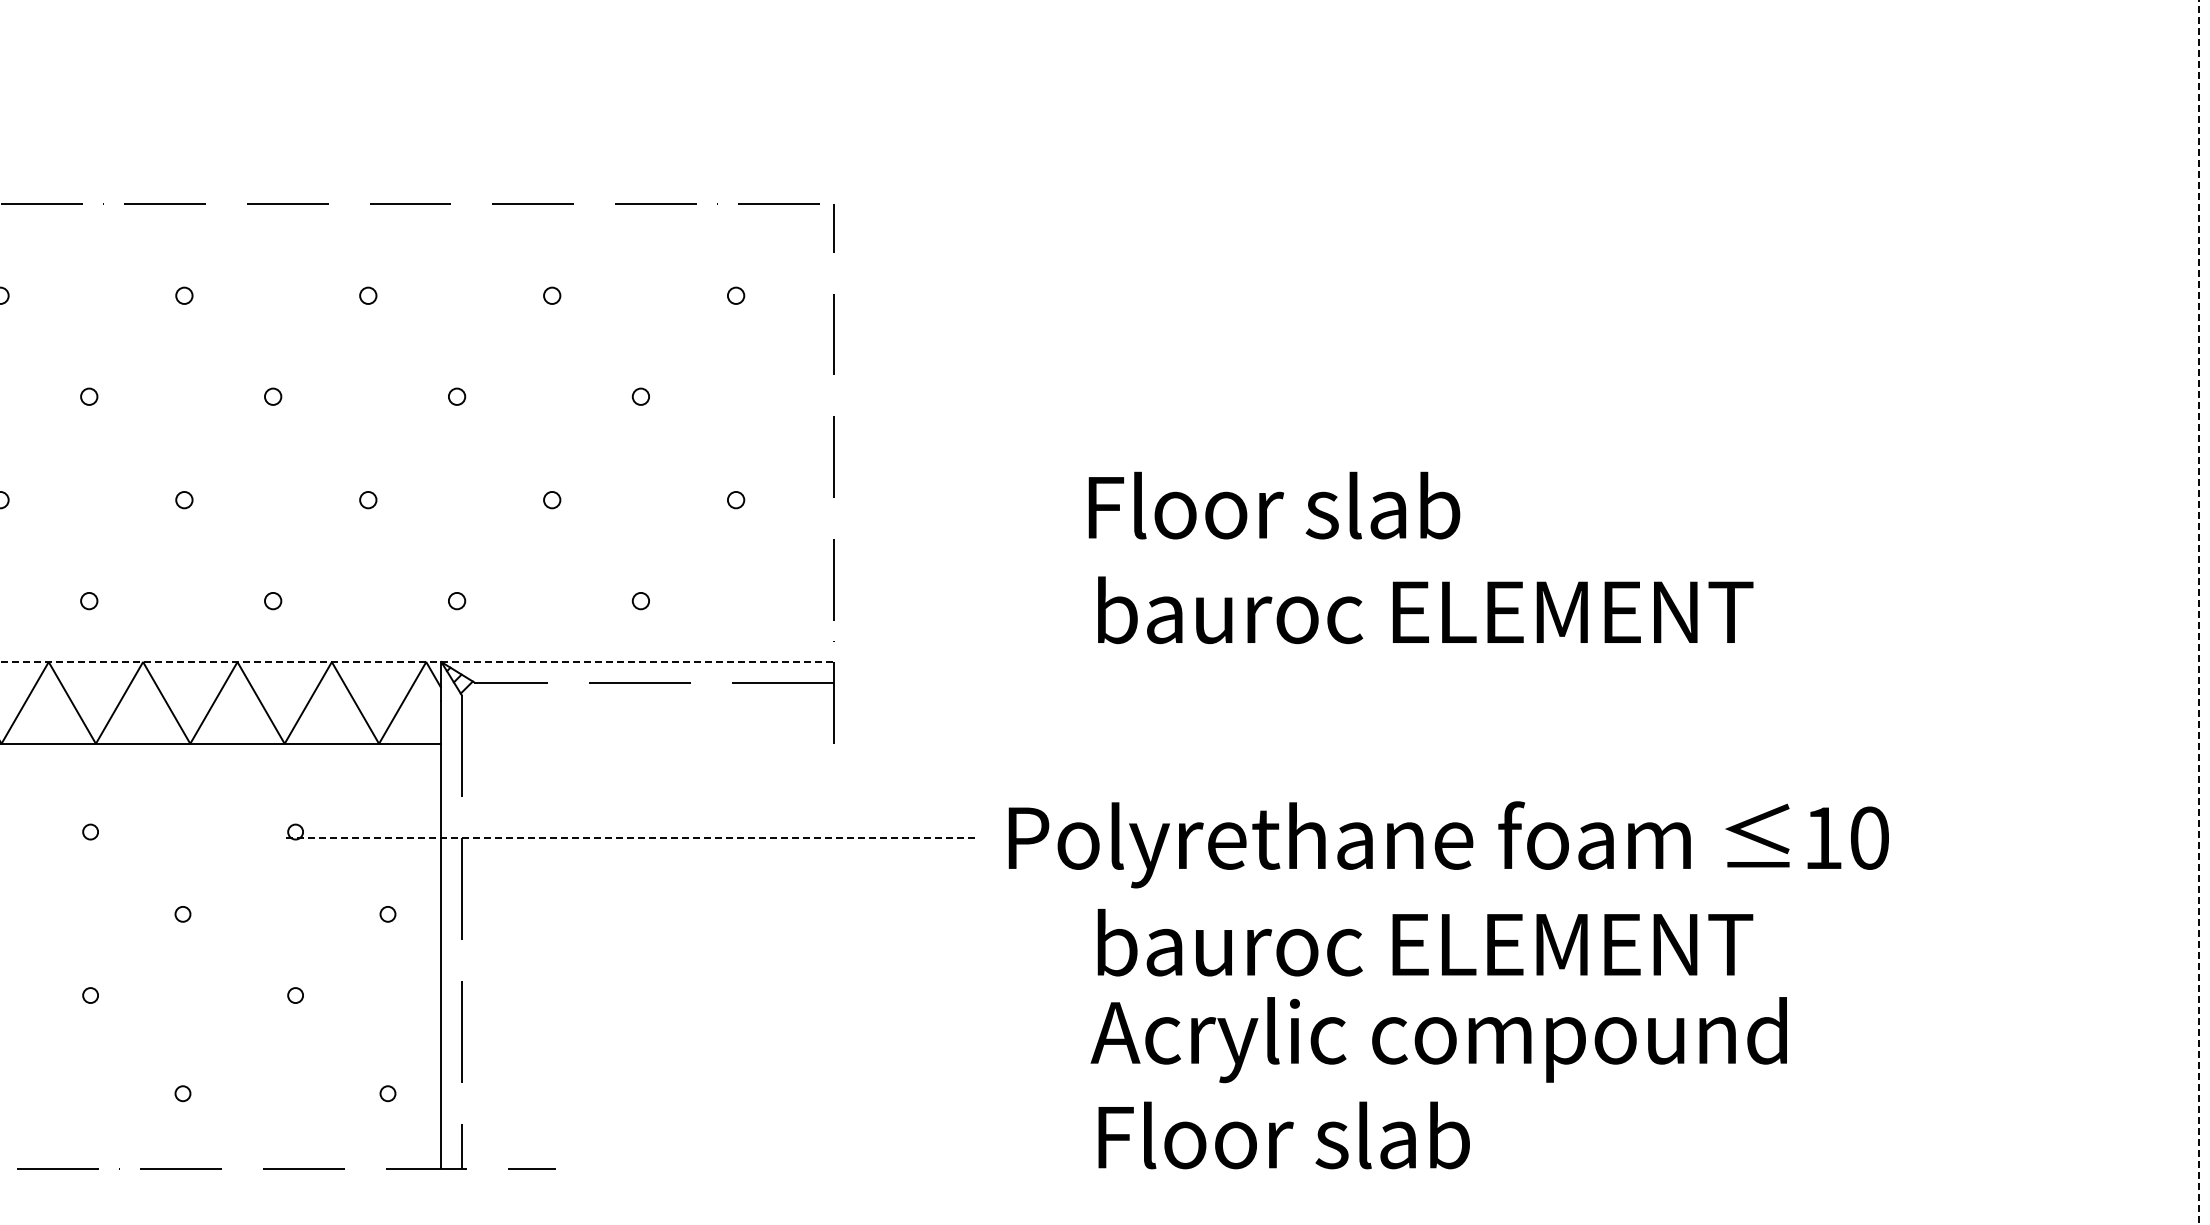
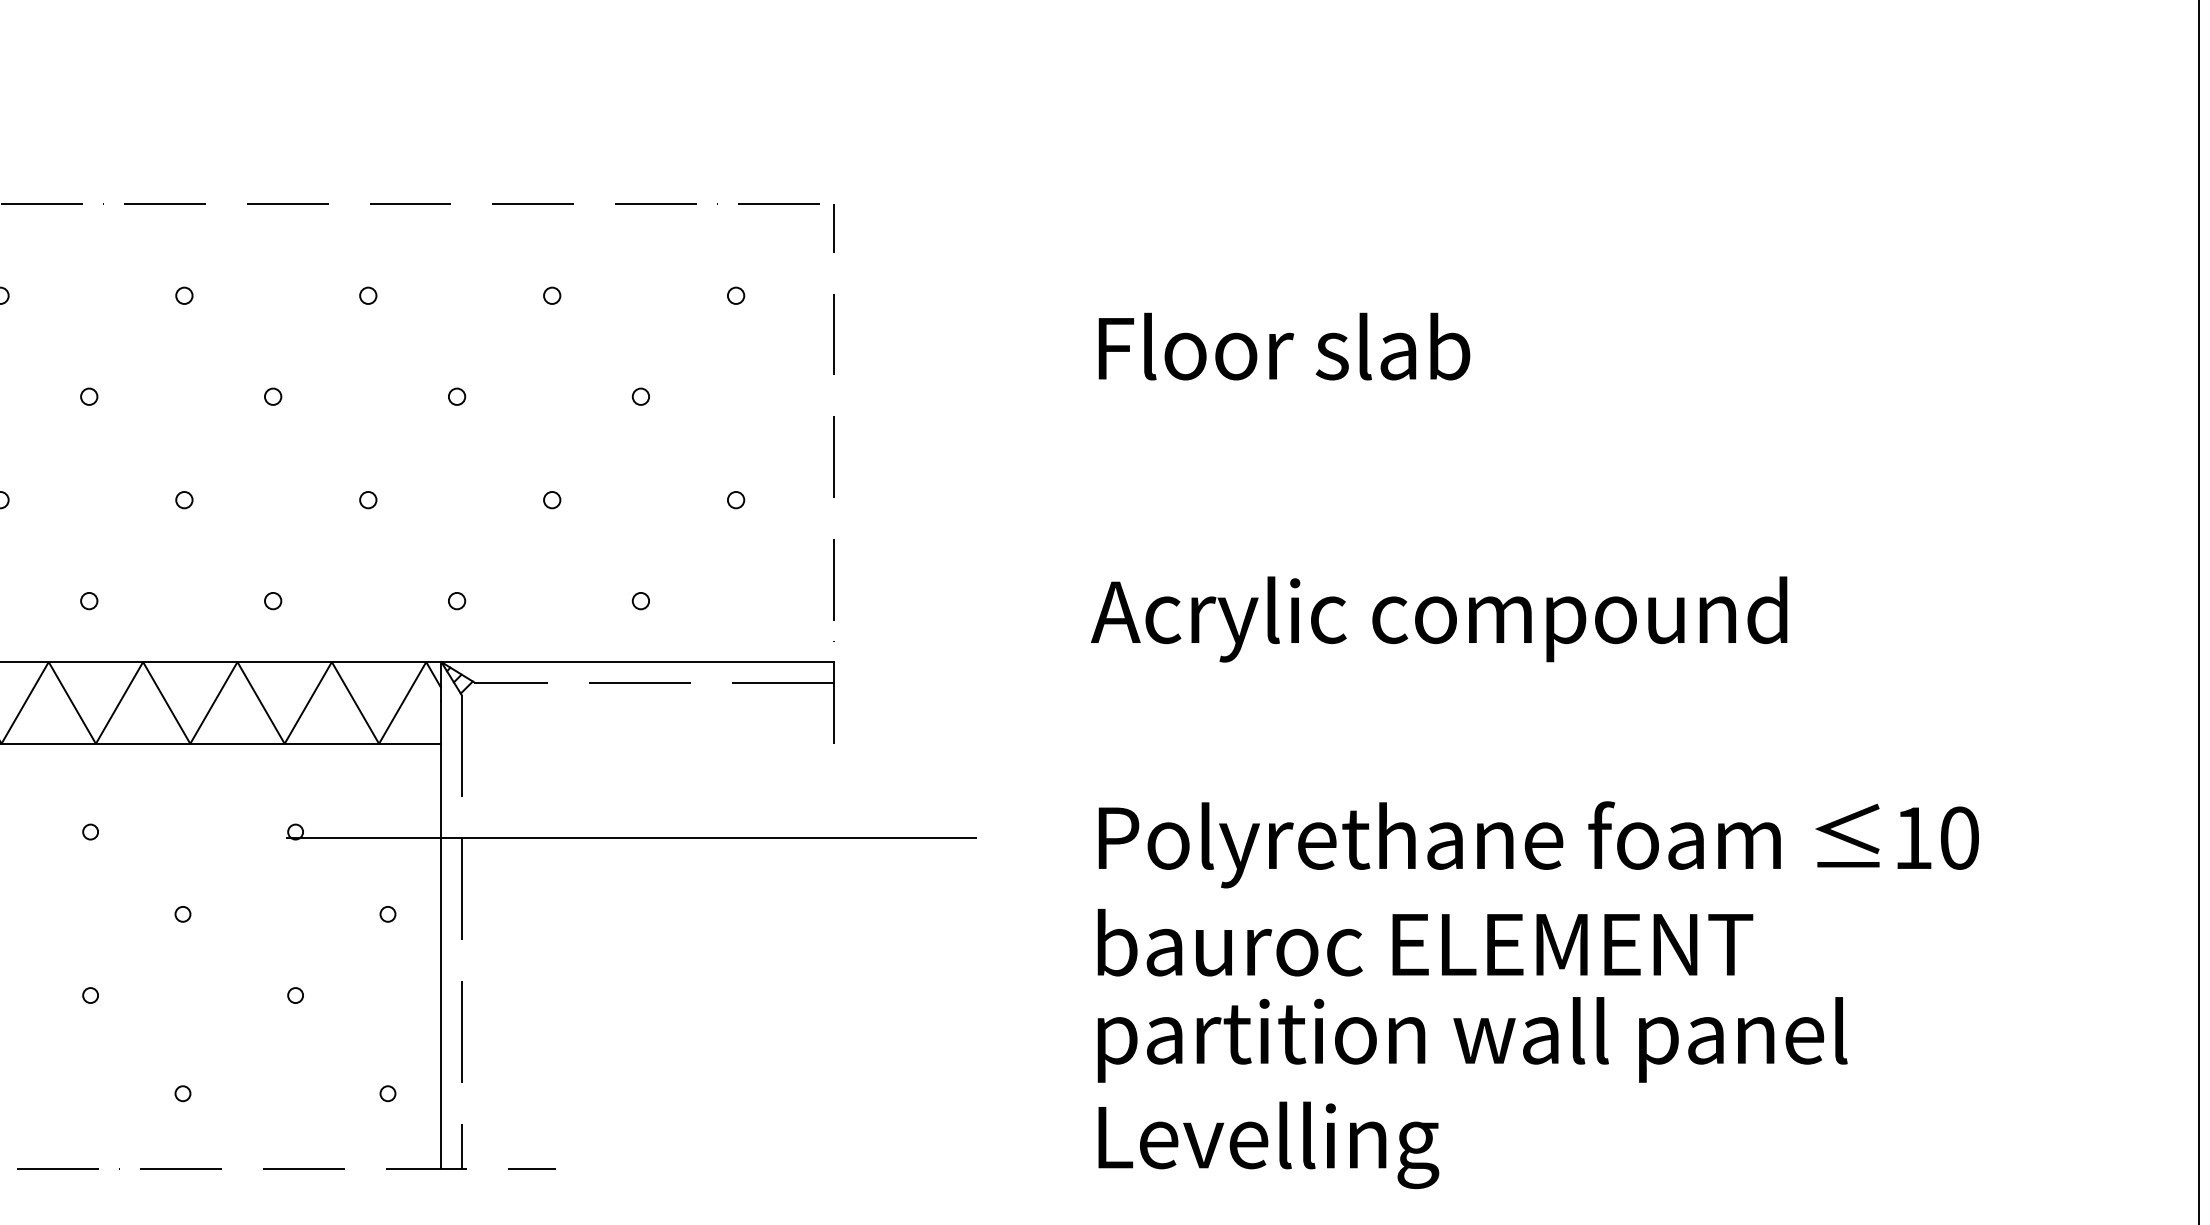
text at (1274, 505) position: (1274, 505) -> (1284, 346)
line at (2198, 612): dashed -> solid
text at (1438, 619): bauroc ELEMENT -> Acrylic compound
line at (416, 662): dashed -> solid
line at (632, 838): dashed -> solid
text at (1448, 844) position: (1448, 844) -> (1538, 844)
text at (1468, 1040): Acrylic compound -> partition wall panel
text at (1287, 1145): Floor slab -> Levelling
